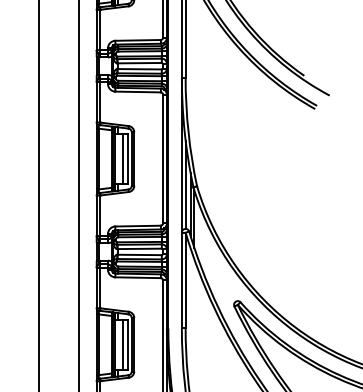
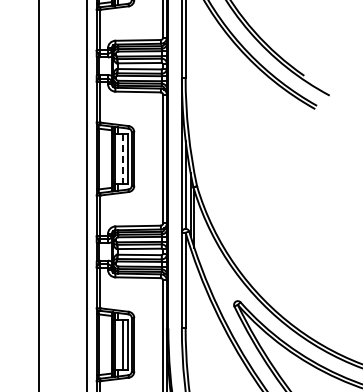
line at (123, 159): solid -> dashed
line at (79, 195) position: (79, 195) -> (87, 195)
